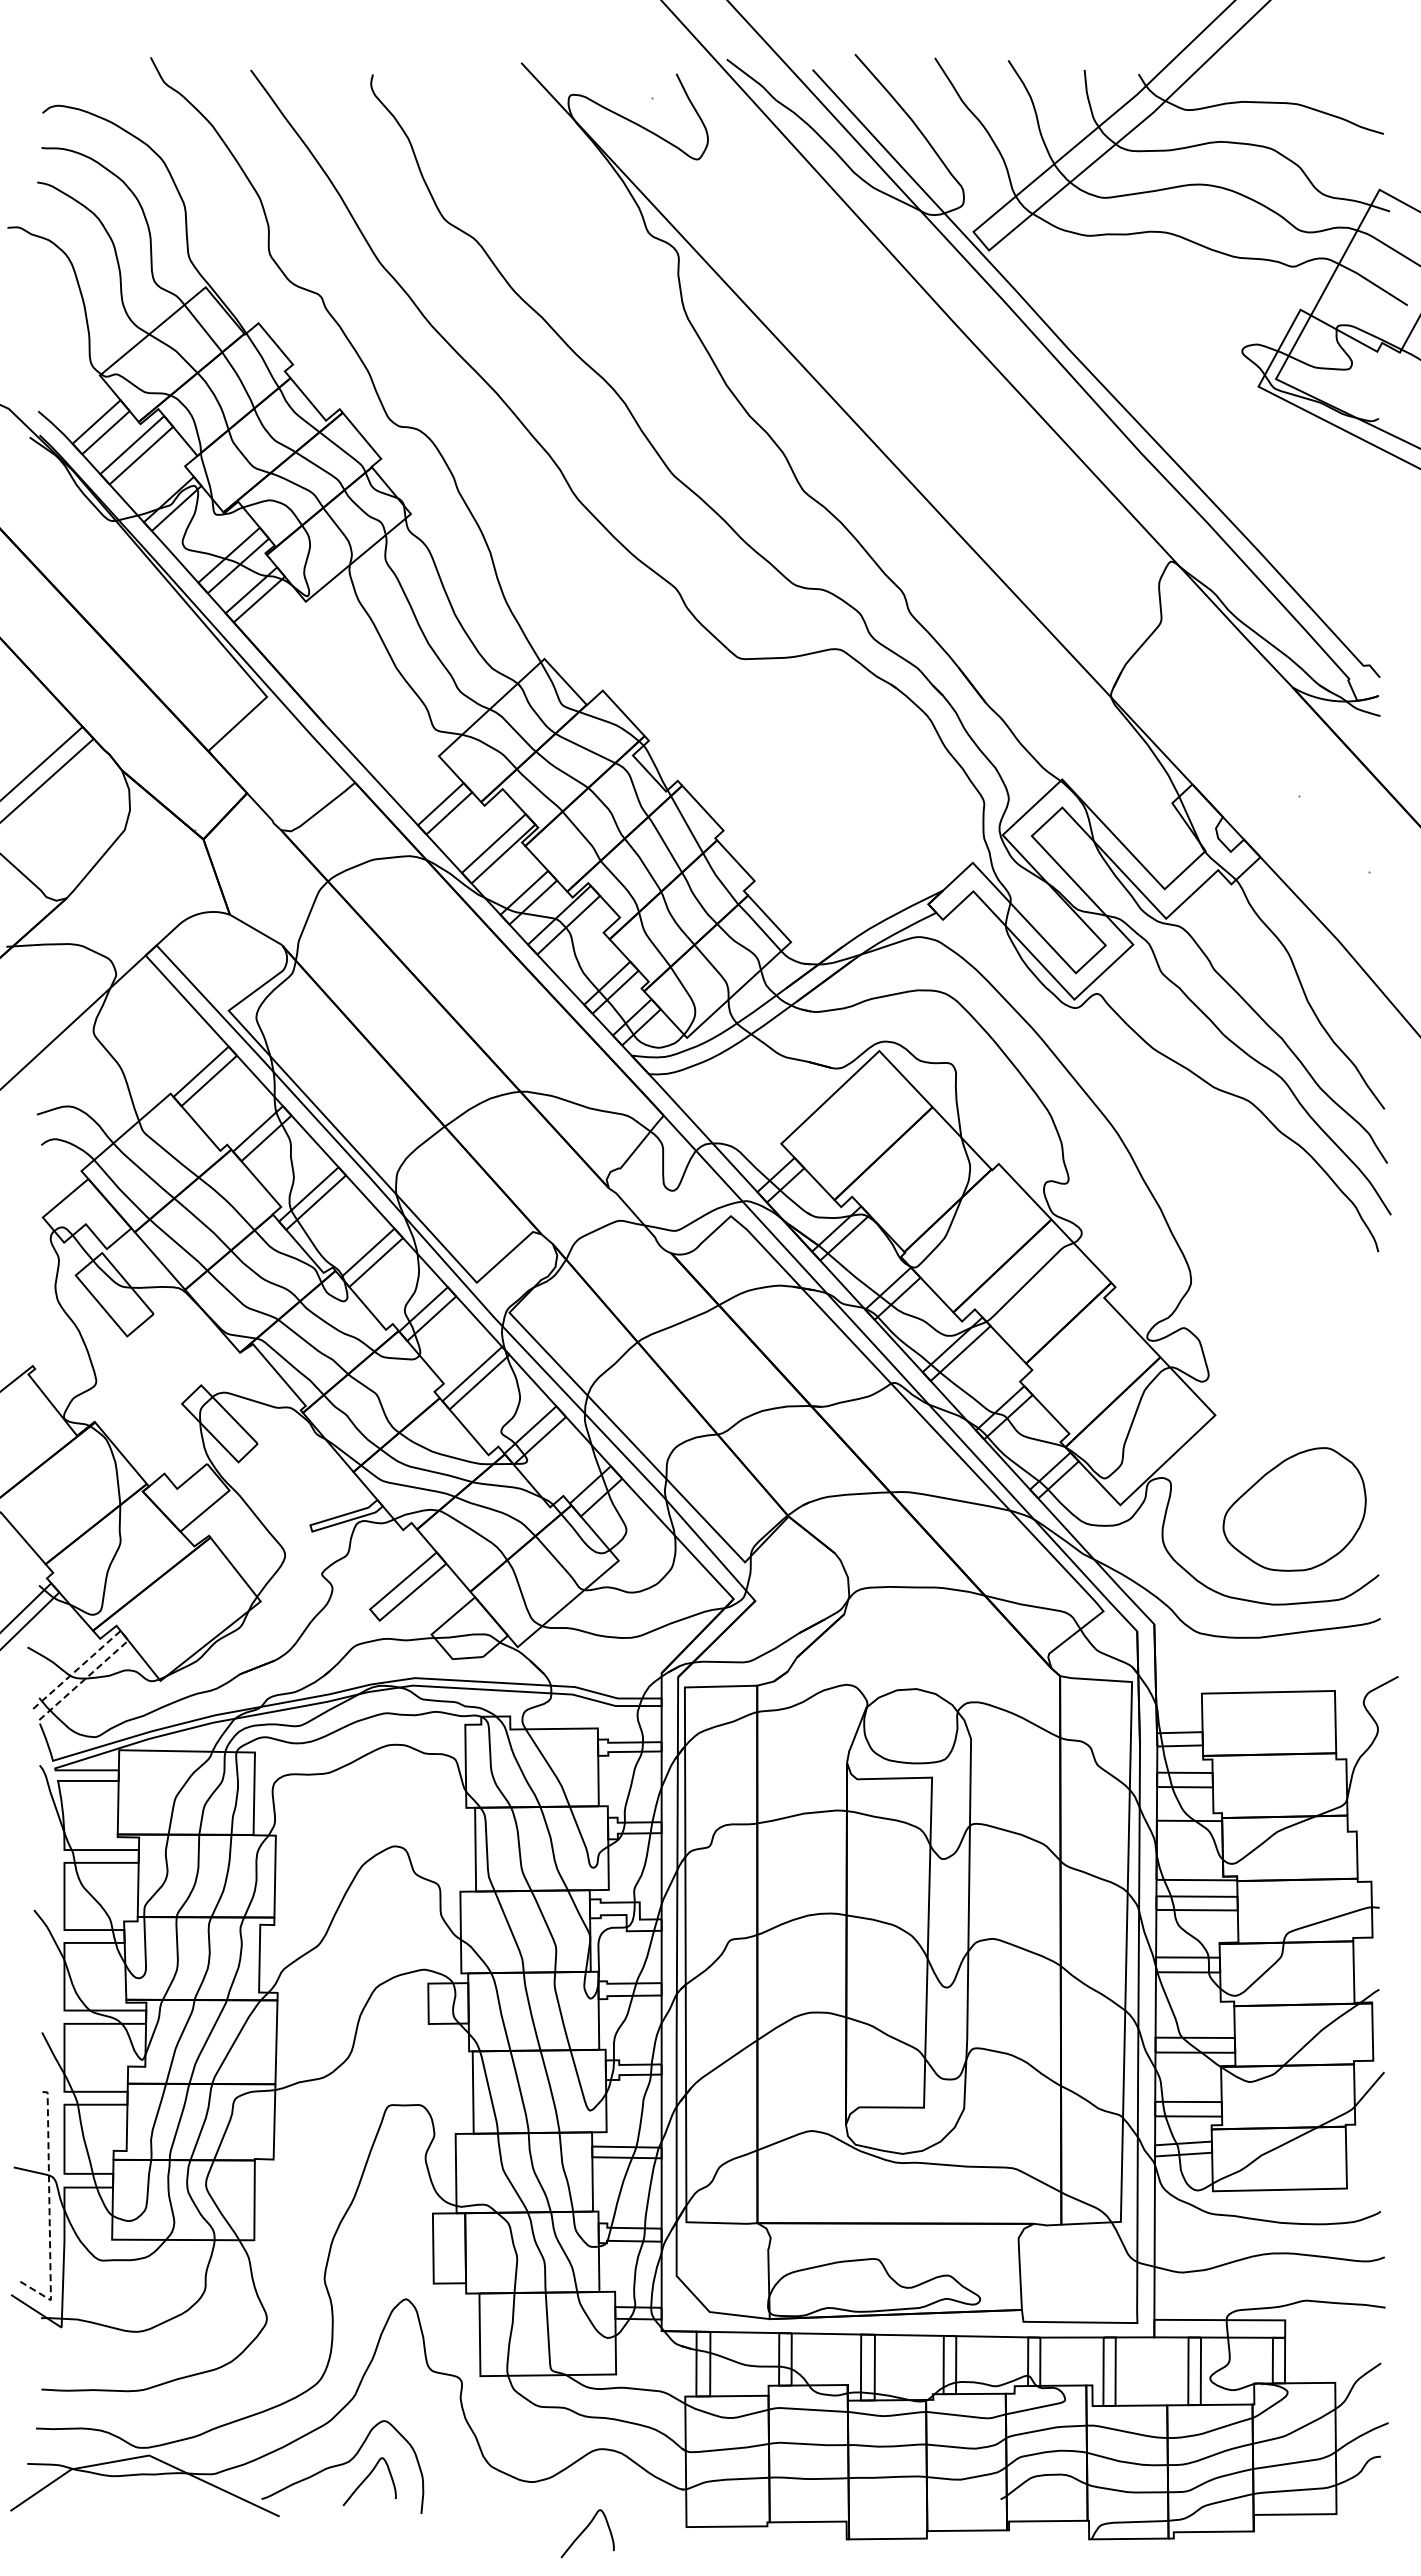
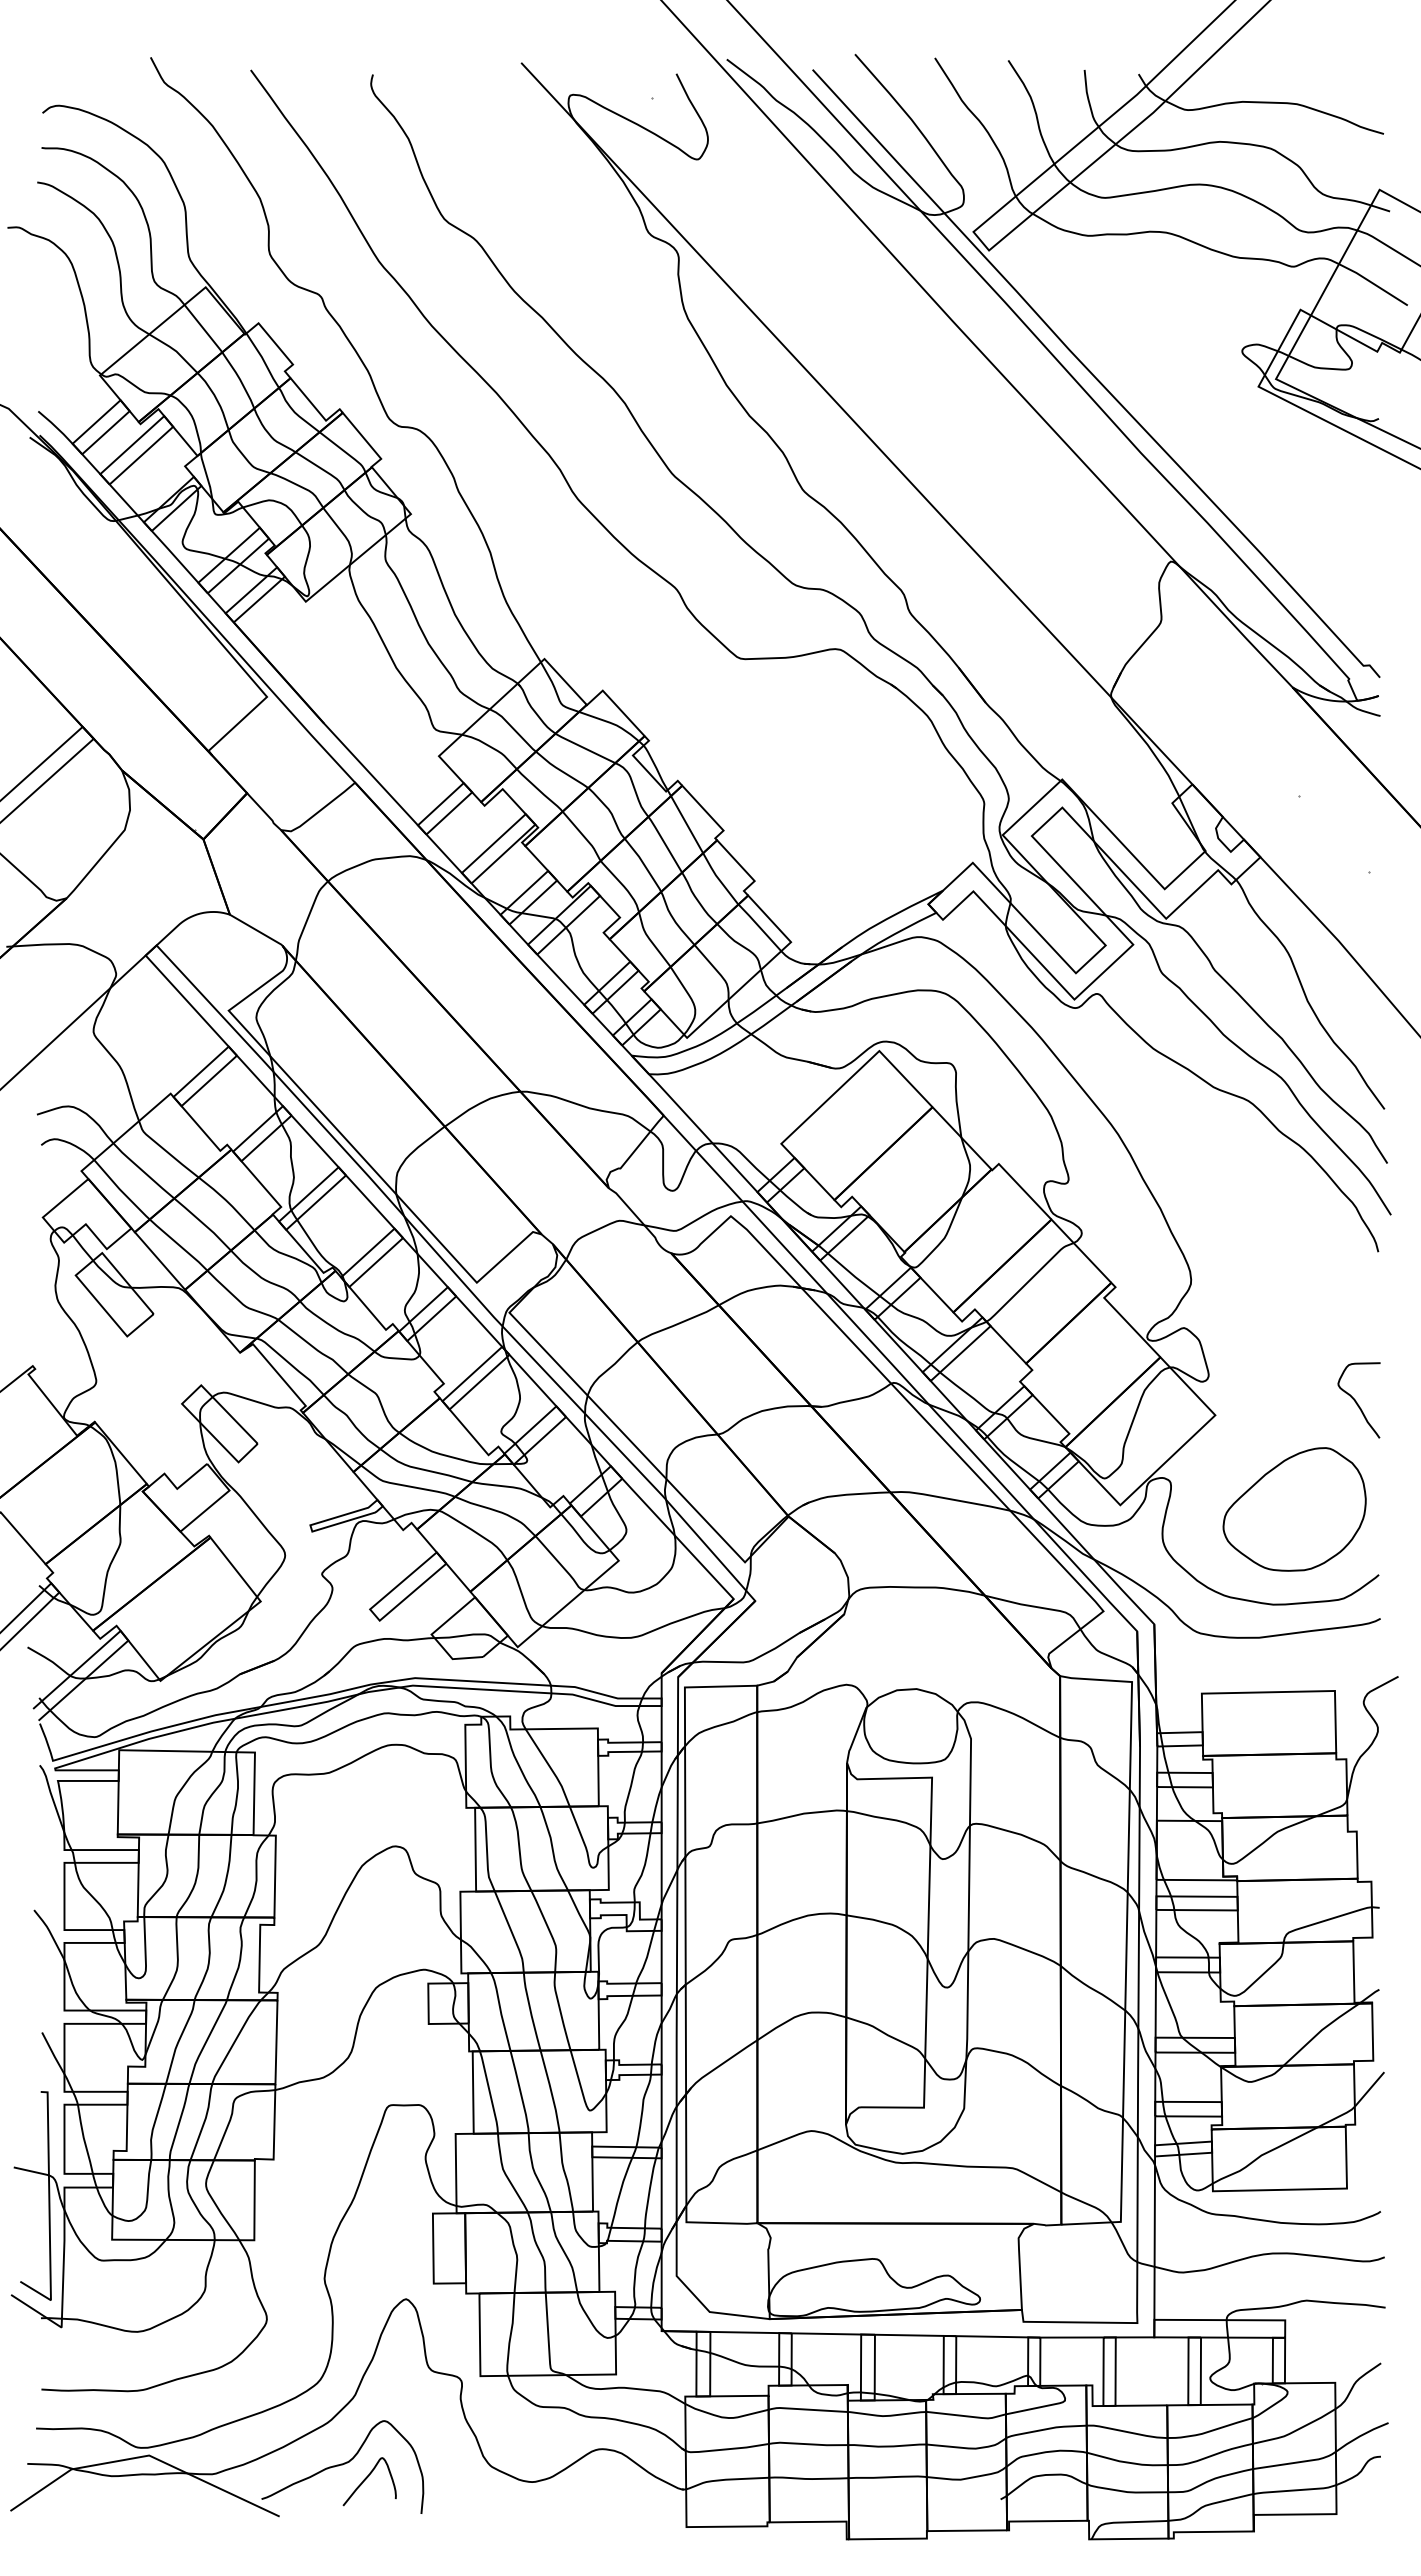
curve at (1356, 1400): none -> present
line at (125, 1636): dashed -> solid
line at (49, 2210): dashed -> solid
curve at (585, 2530): present -> none
